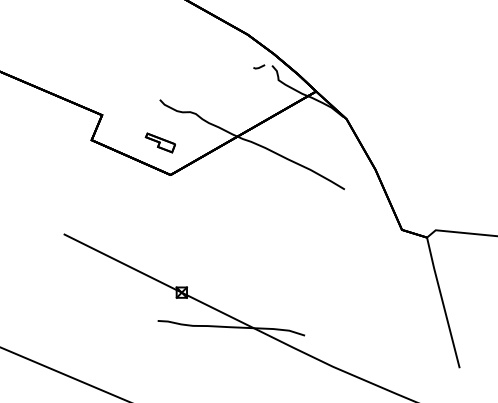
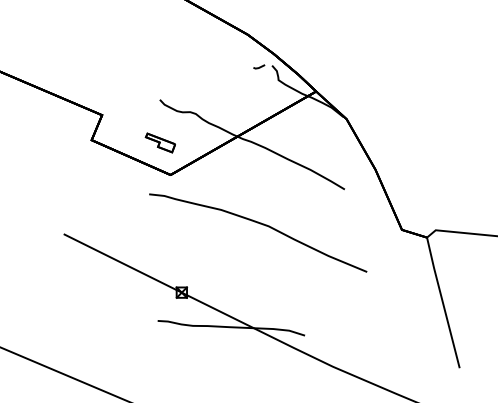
curve at (262, 225): none -> present
